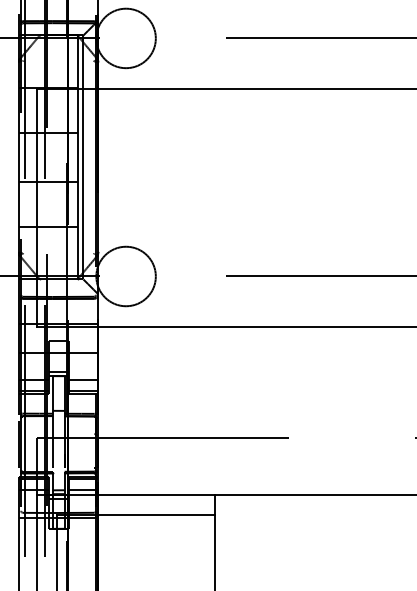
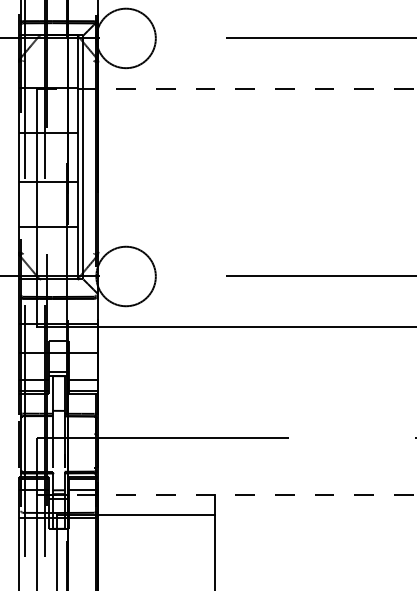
line at (226, 89): solid -> dashed
line at (226, 495): solid -> dashed
